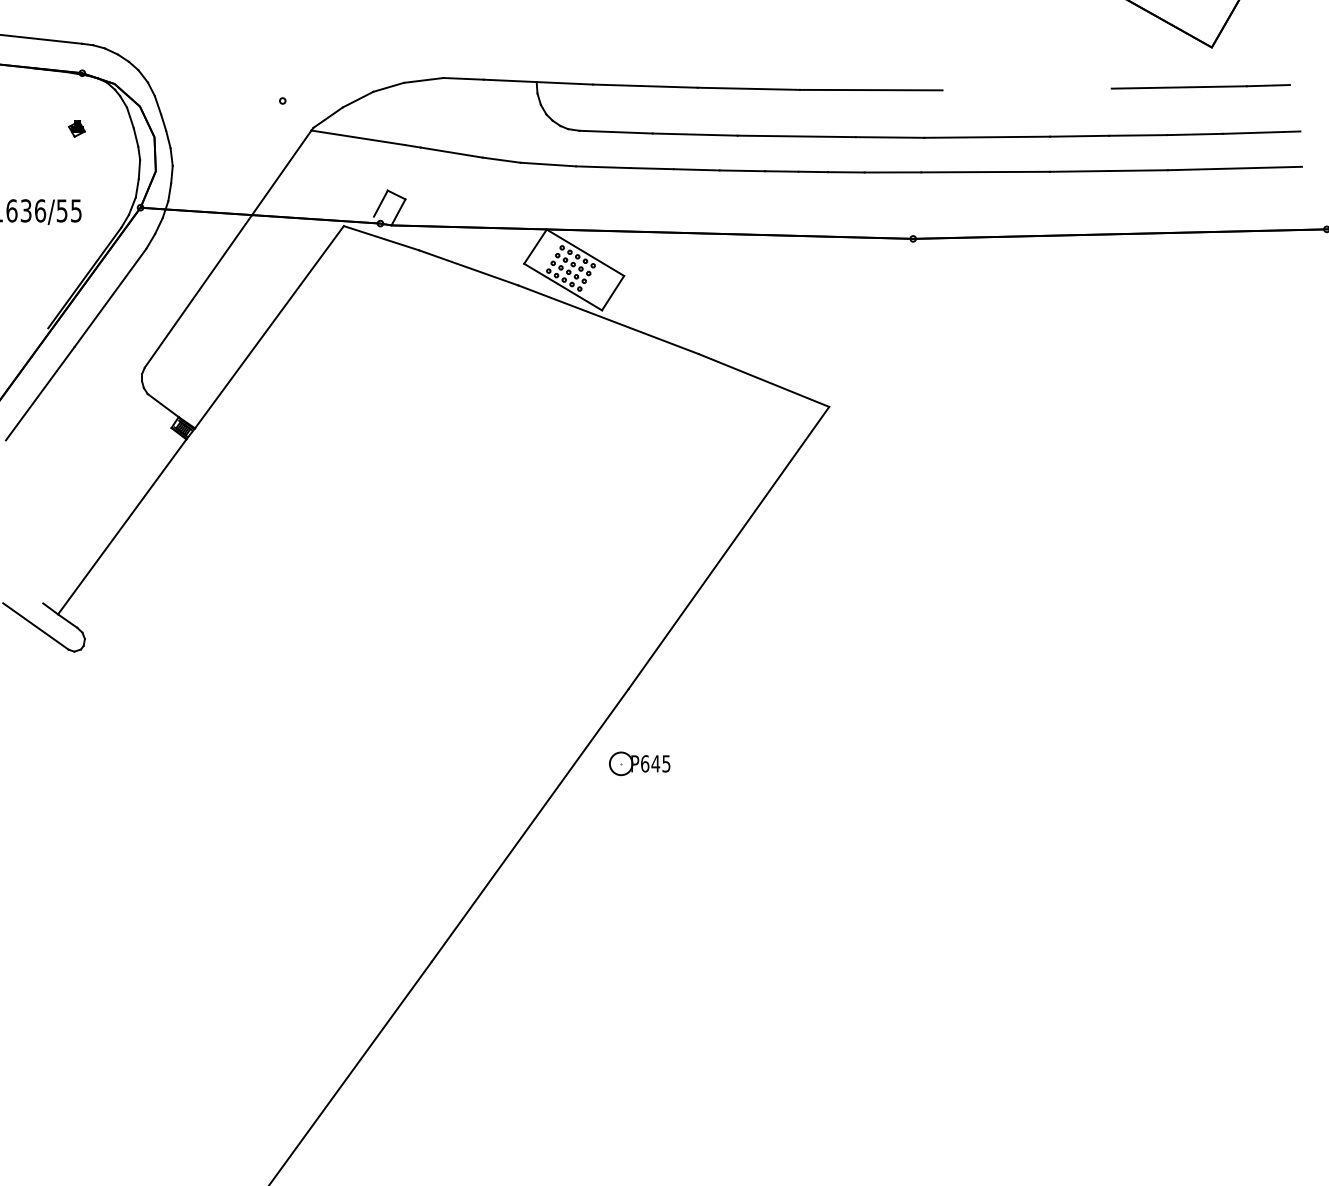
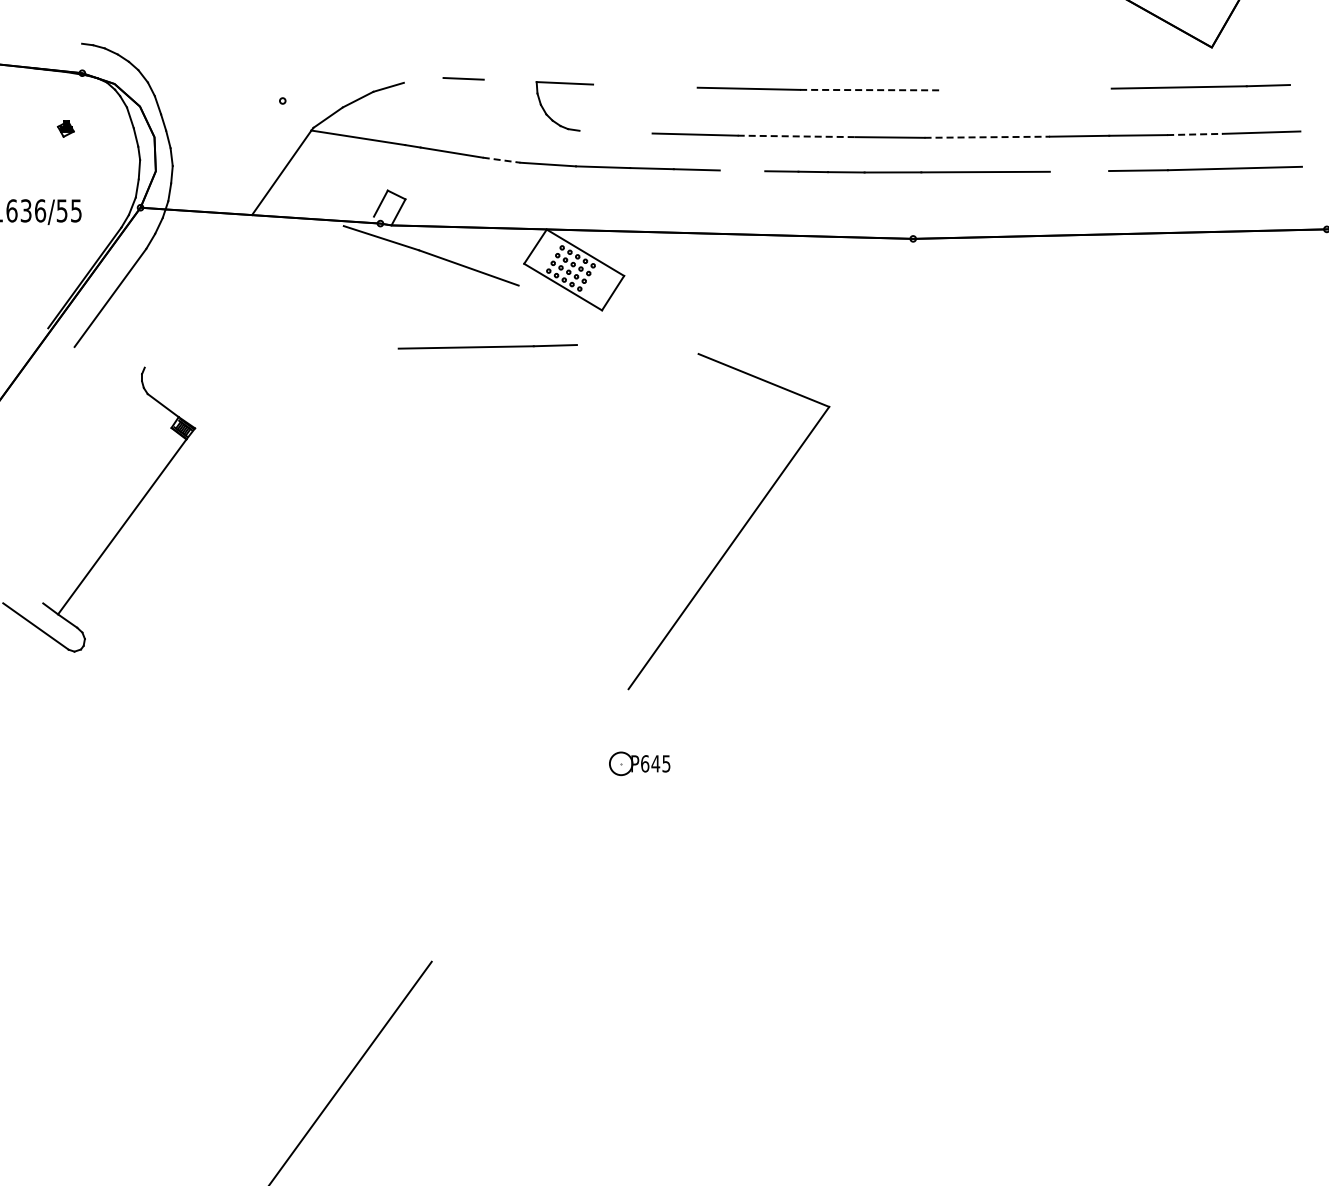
line at (42, 39): present -> none
line at (423, 80): present -> none
line at (509, 80): present -> none
line at (645, 85): present -> none
line at (871, 90): solid -> dashed
part at (76, 128) position: (76, 128) -> (65, 128)
line at (615, 131): present -> none
line at (1194, 134): solid -> dashed
line at (796, 136): solid -> dashed
line at (987, 137): solid -> dashed
line at (502, 160): solid -> dashed
line at (742, 170): present -> none
line at (1079, 171): present -> none
line at (198, 291): present -> none
line at (608, 319): present -> none
line at (269, 327): present -> none
line at (487, 346): none -> present
line at (39, 393): present -> none
line at (529, 825): present -> none
